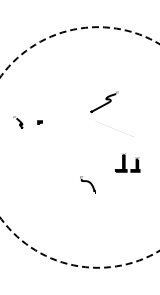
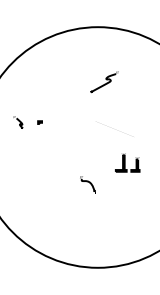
part at (104, 102) position: (104, 102) -> (104, 82)
circle at (79, 147): dashed -> solid
